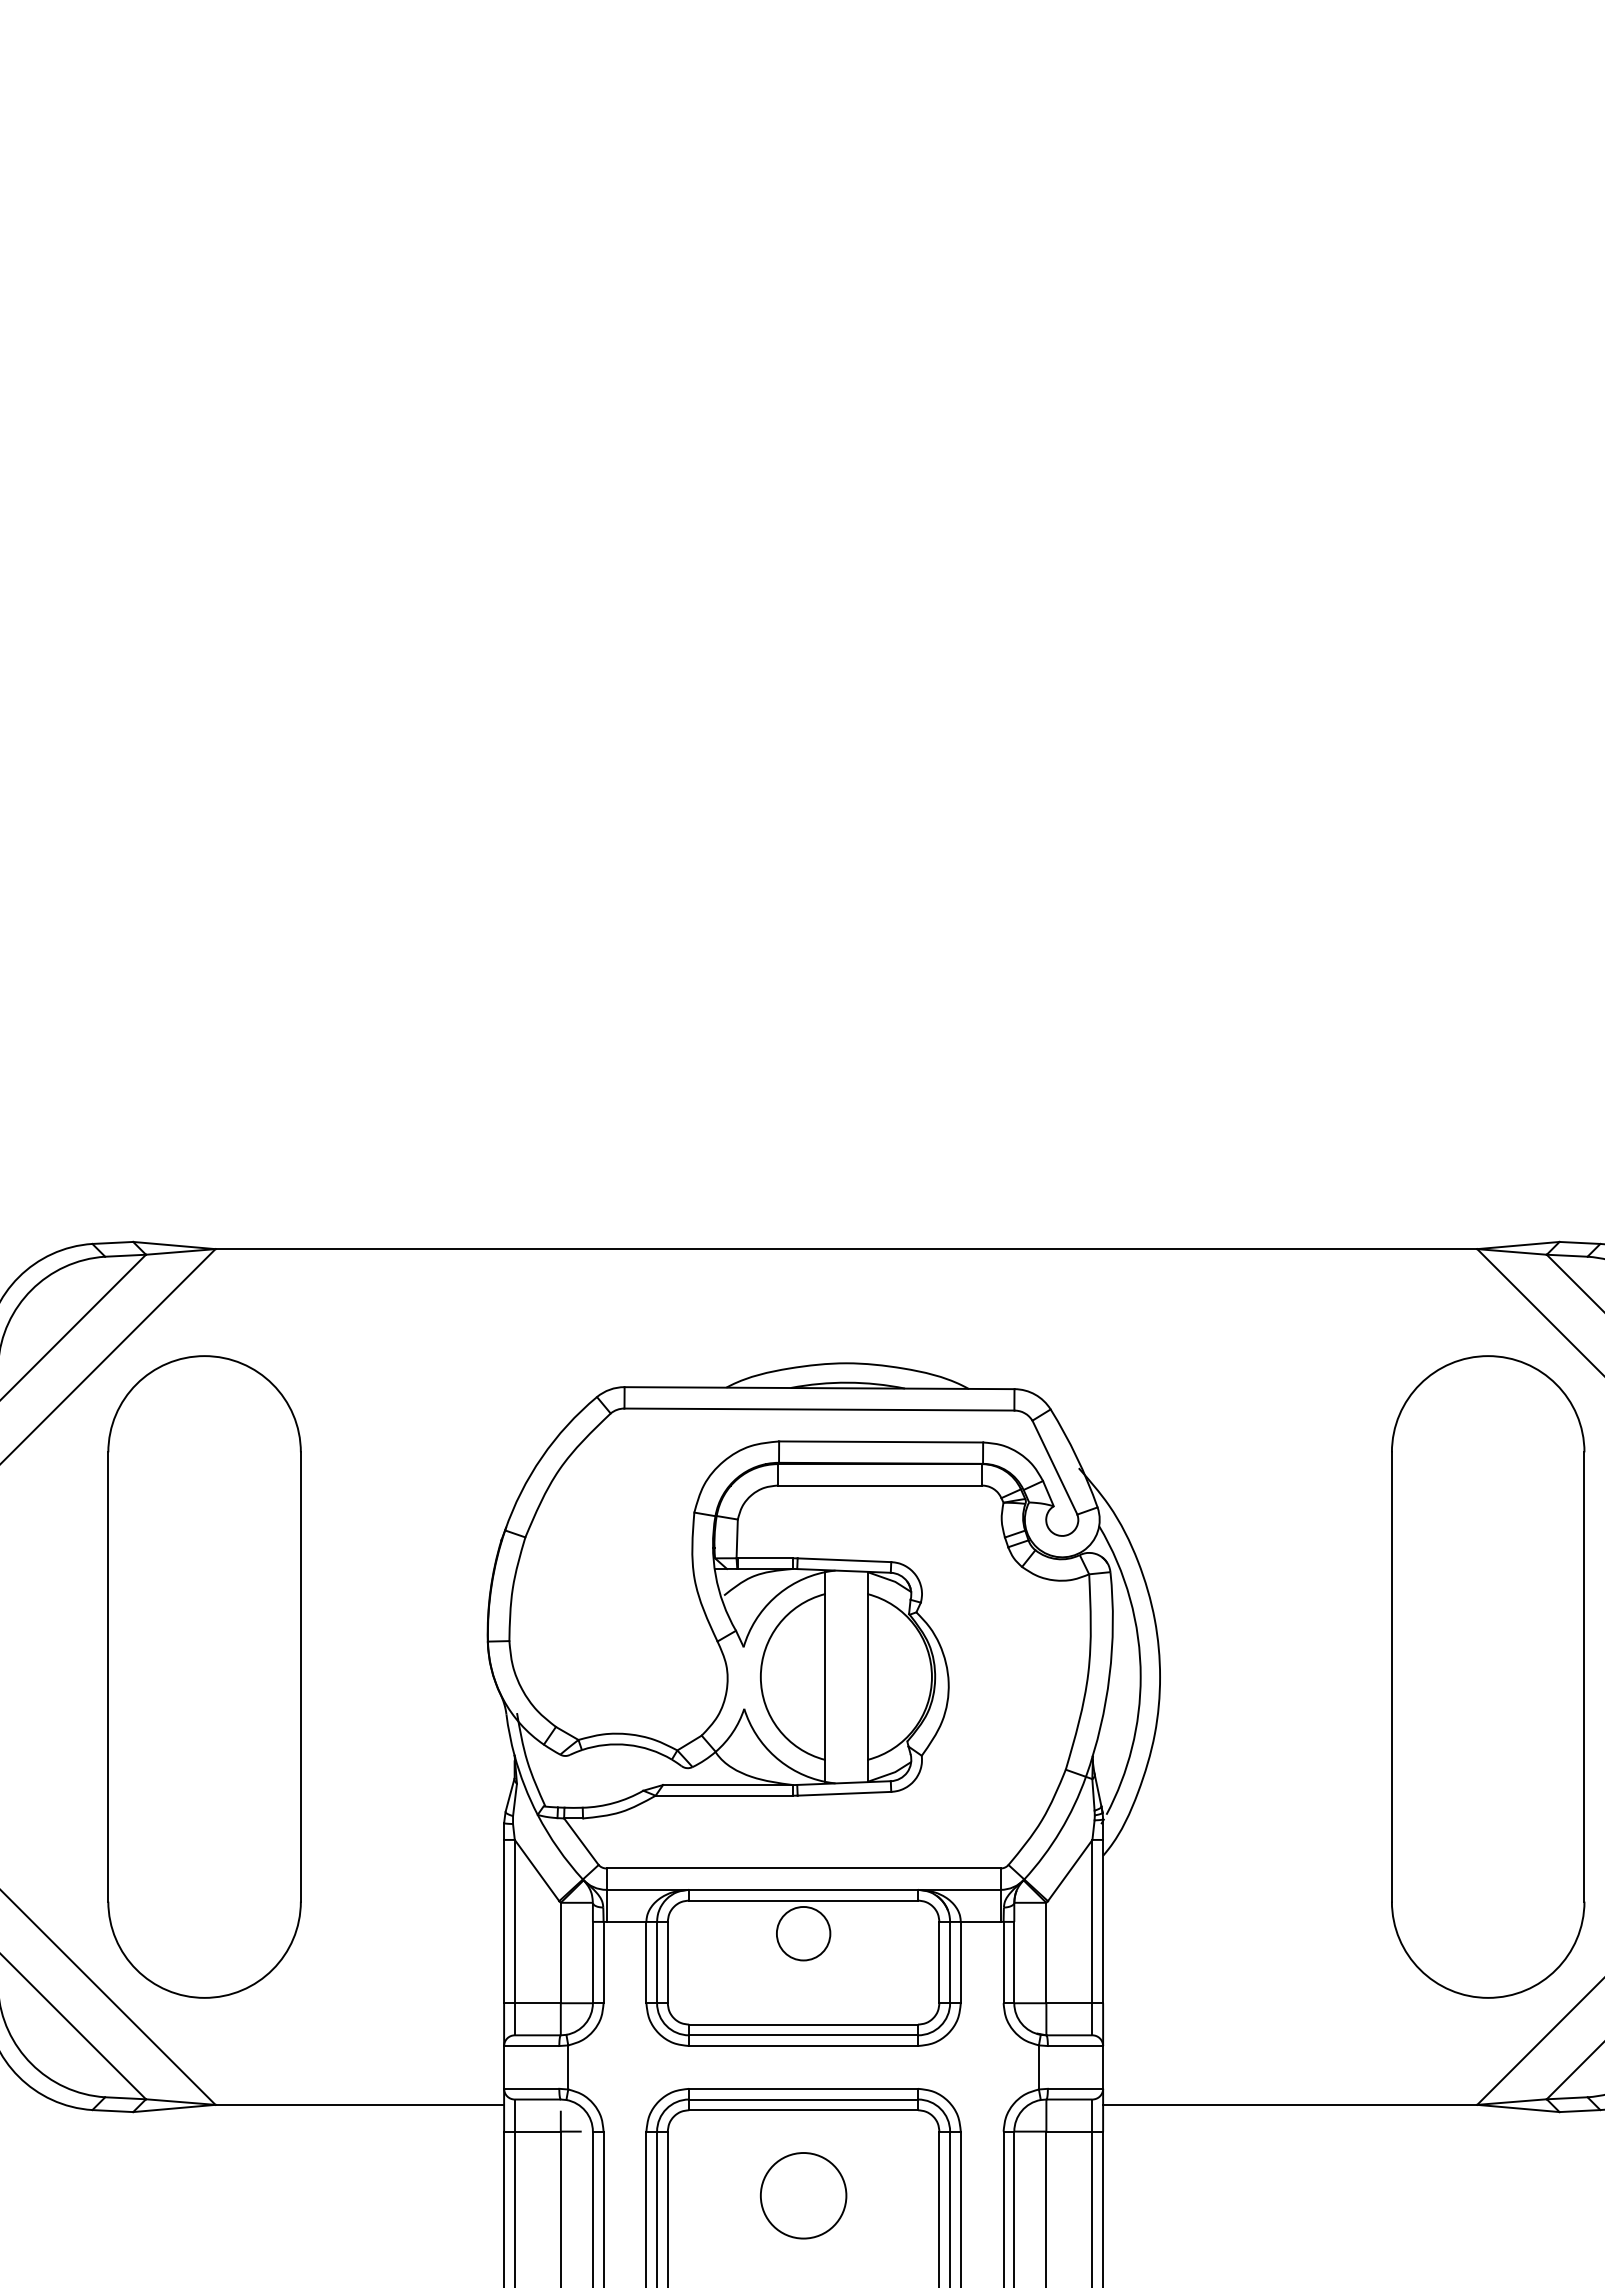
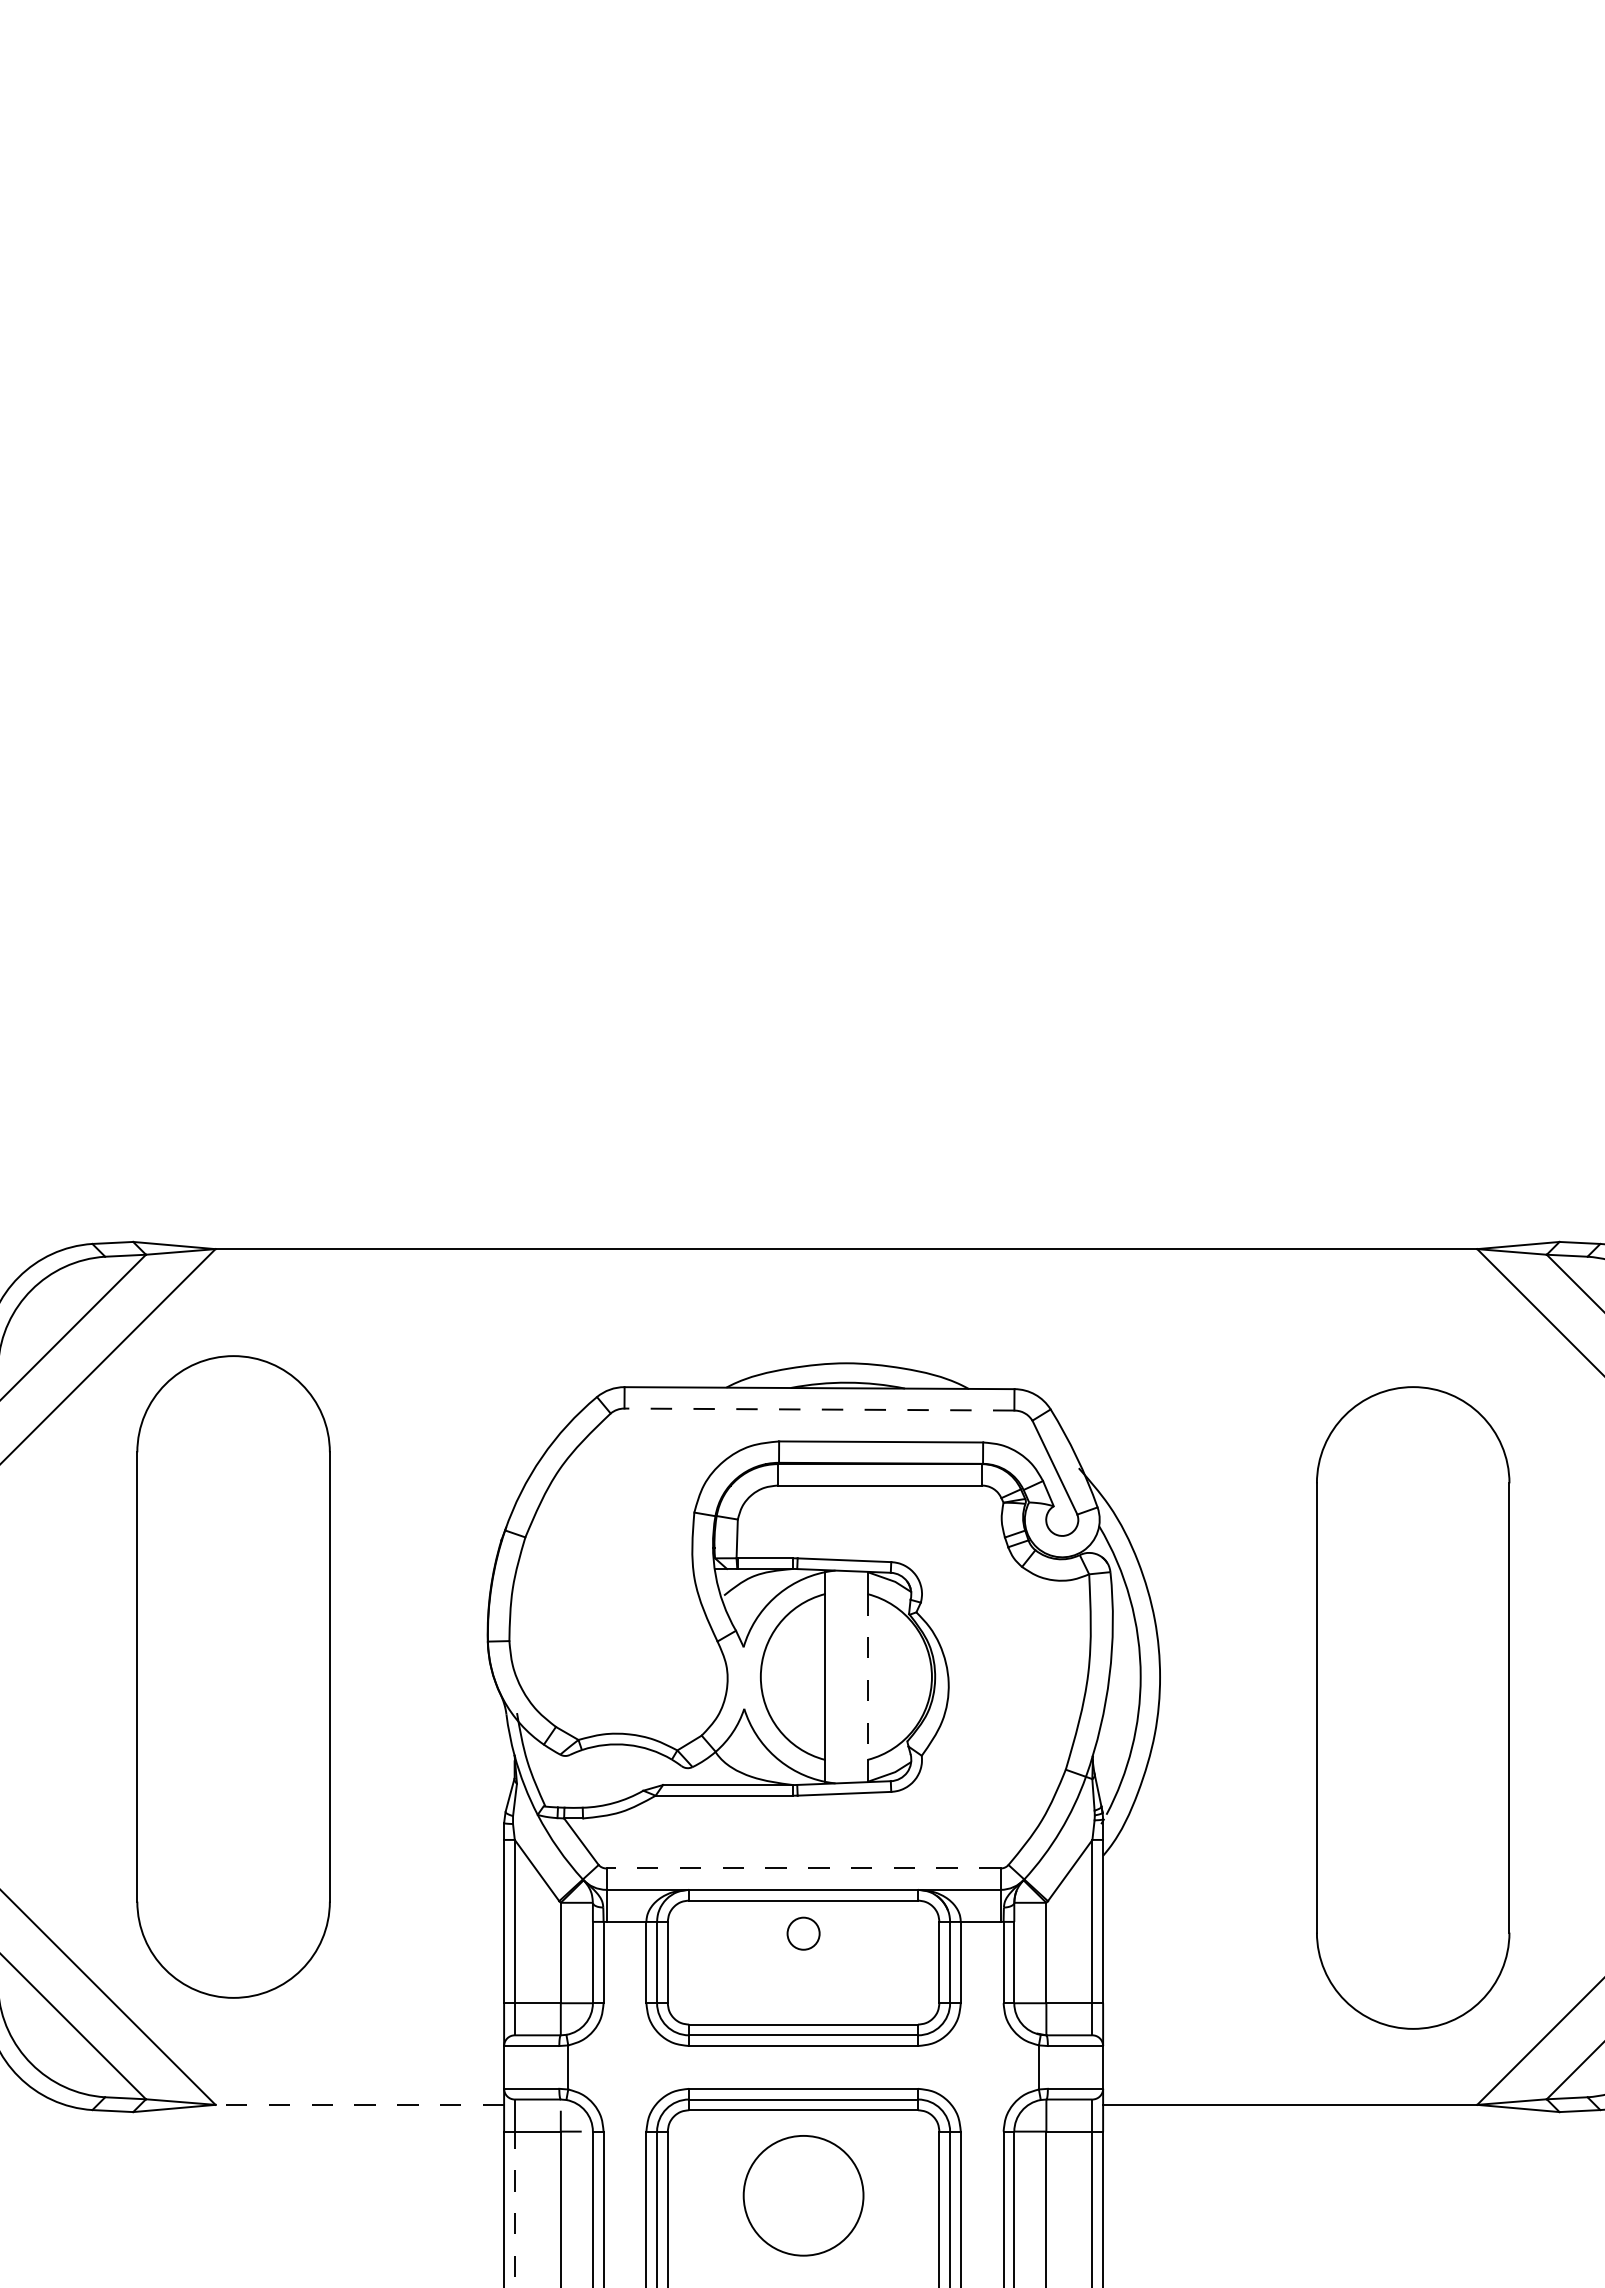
line at (819, 1409): solid -> dashed
part at (204, 1676) position: (204, 1676) -> (233, 1676)
part at (1488, 1676) position: (1488, 1676) -> (1413, 1707)
line at (867, 1677): solid -> dashed
line at (803, 1868): solid -> dashed
circle at (803, 1933) diameter: 53 px -> 32 px
line at (359, 2104): solid -> dashed
circle at (803, 2195) diameter: 86 px -> 120 px
line at (514, 2209): solid -> dashed
